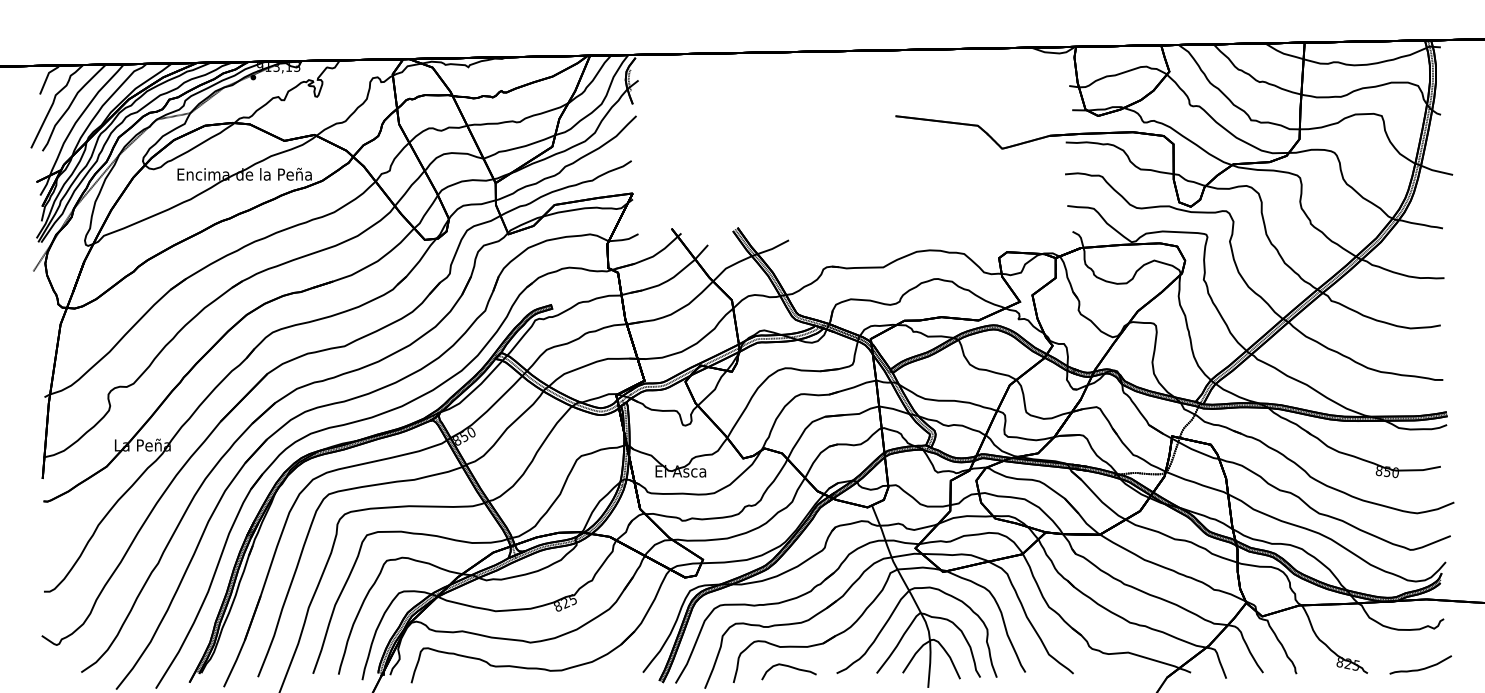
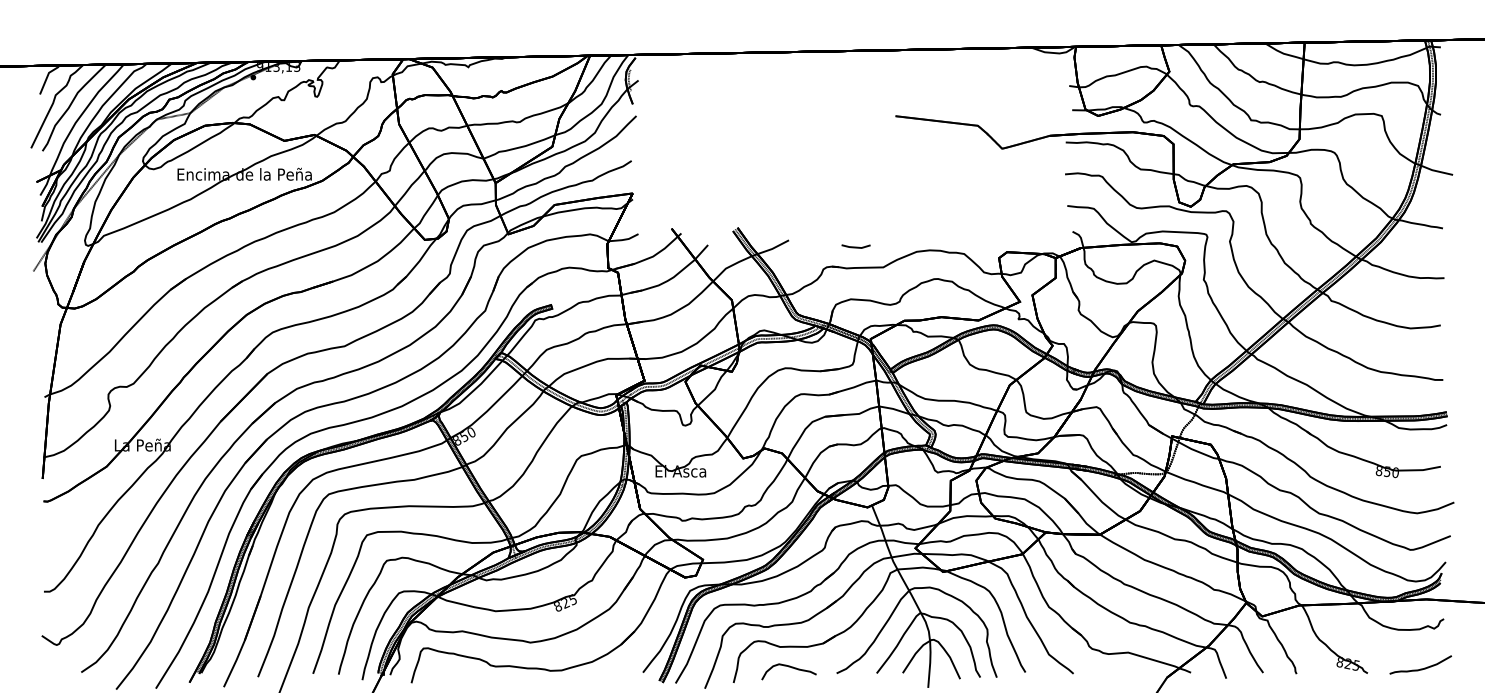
line at (855, 246): none -> present
